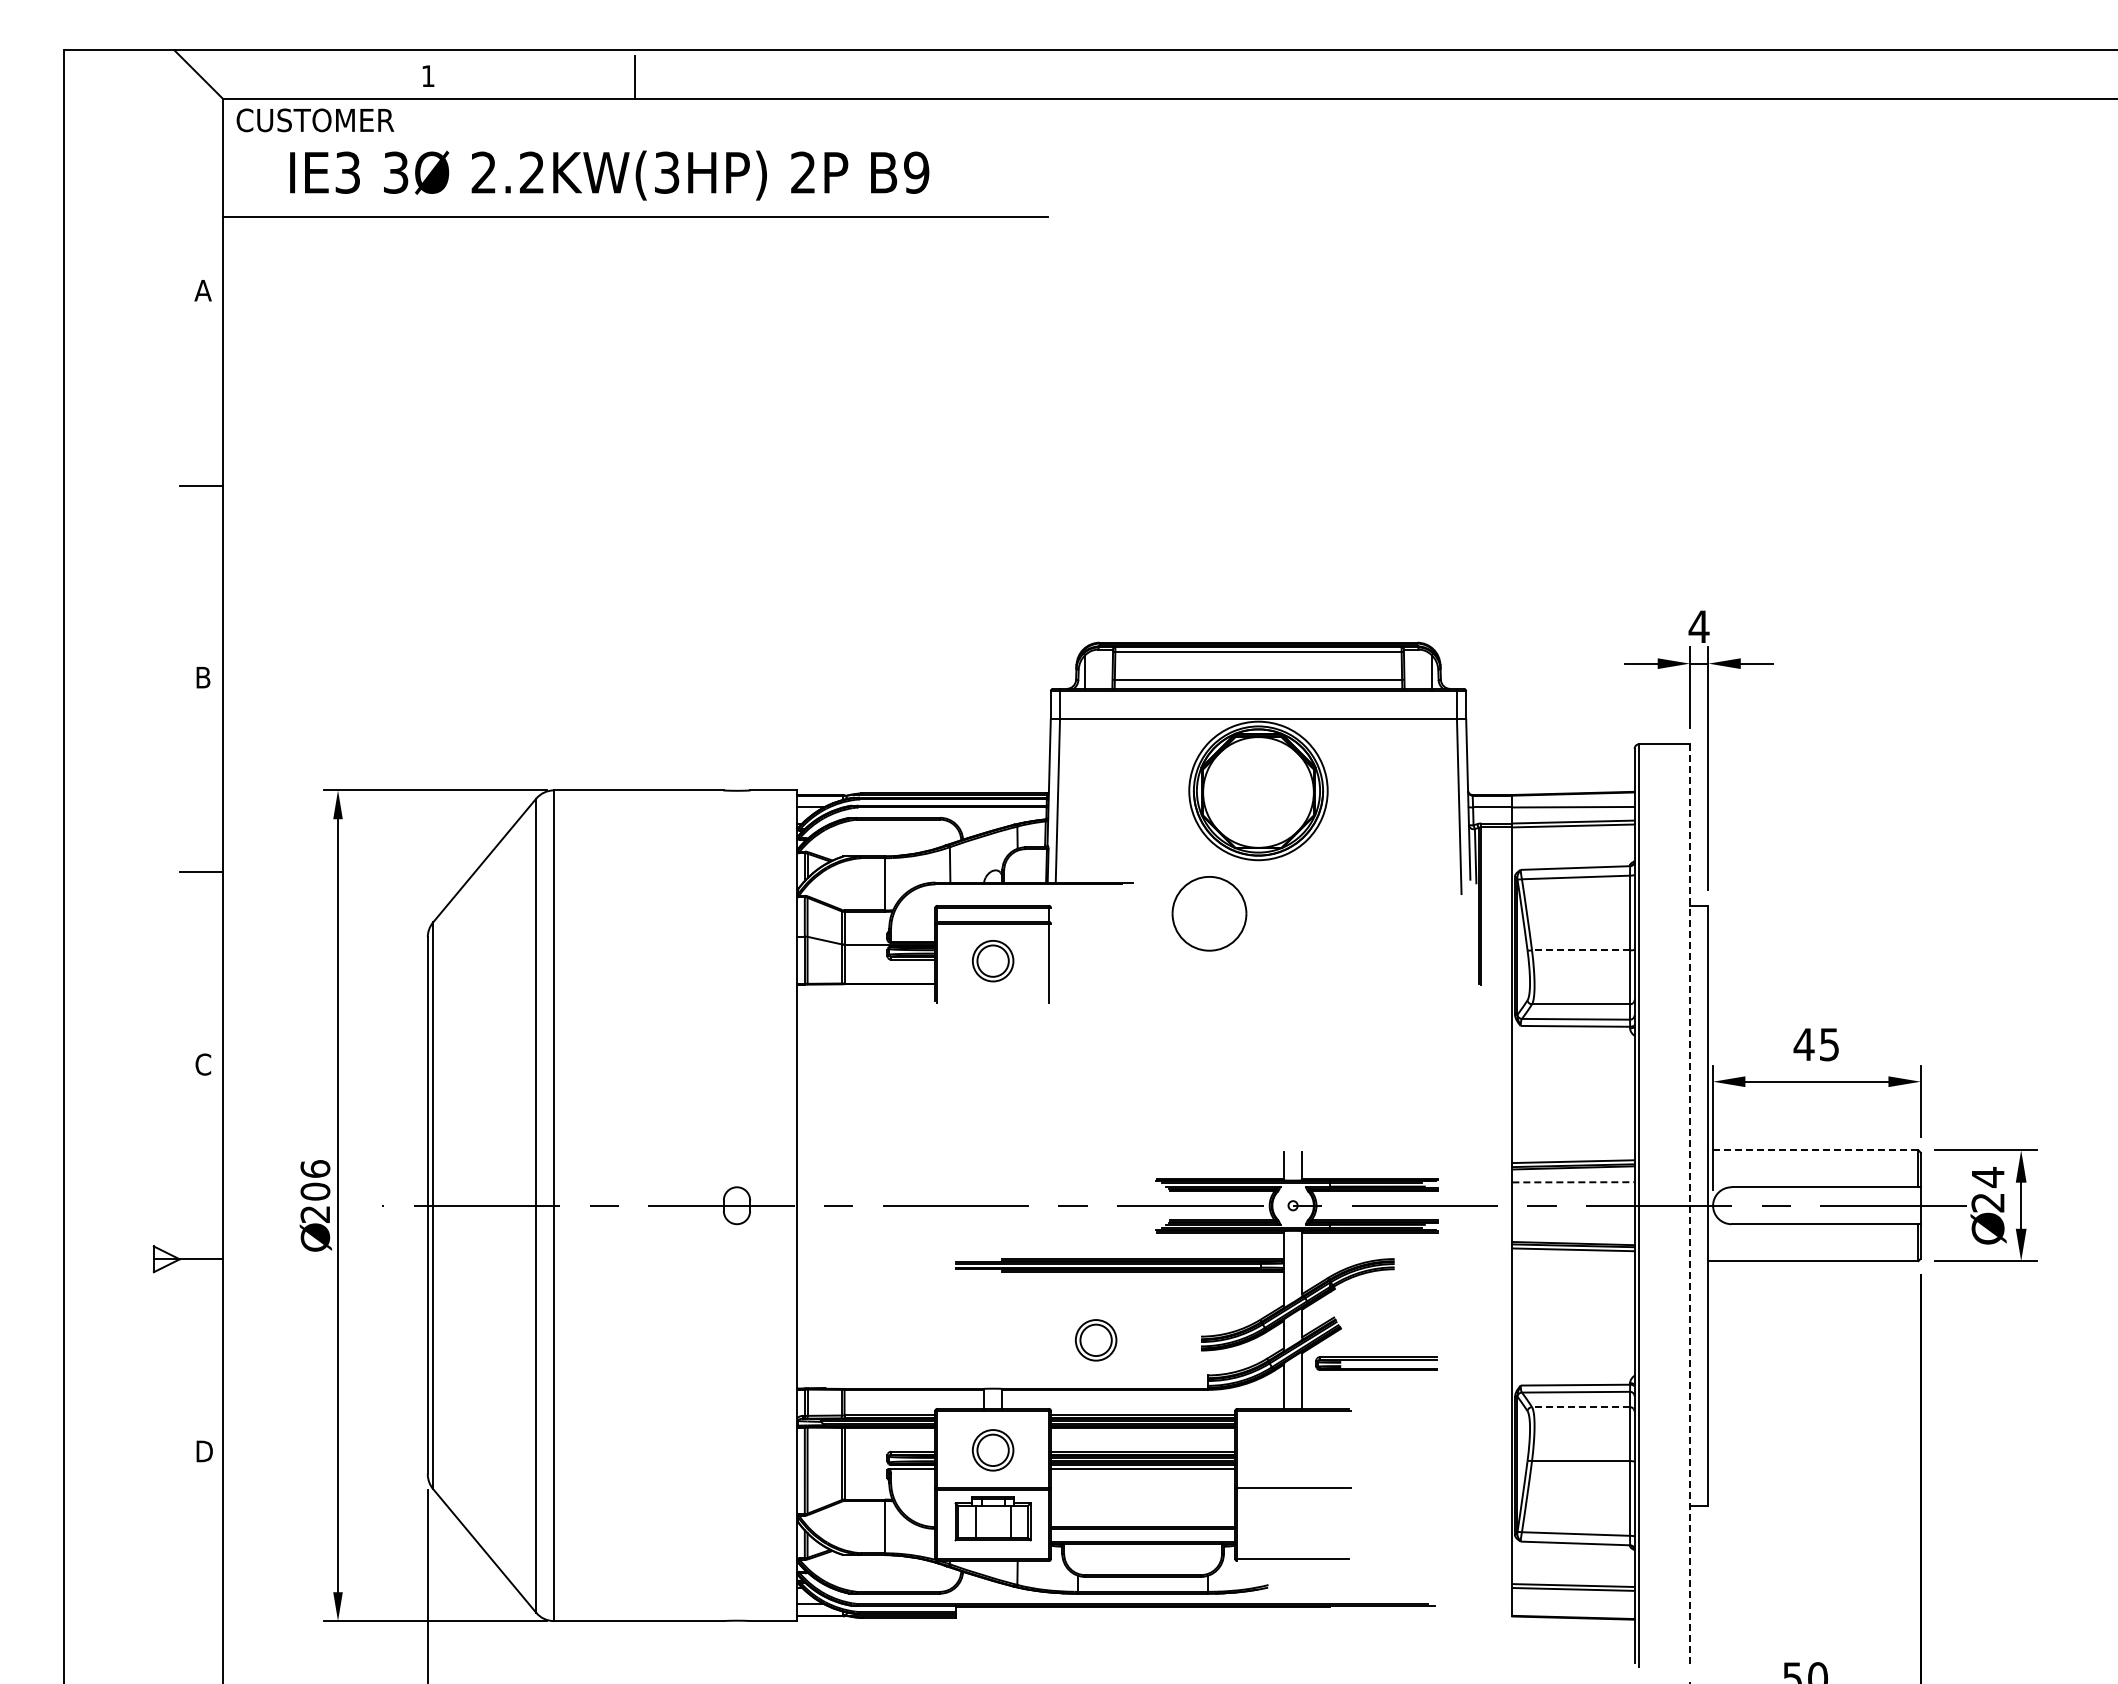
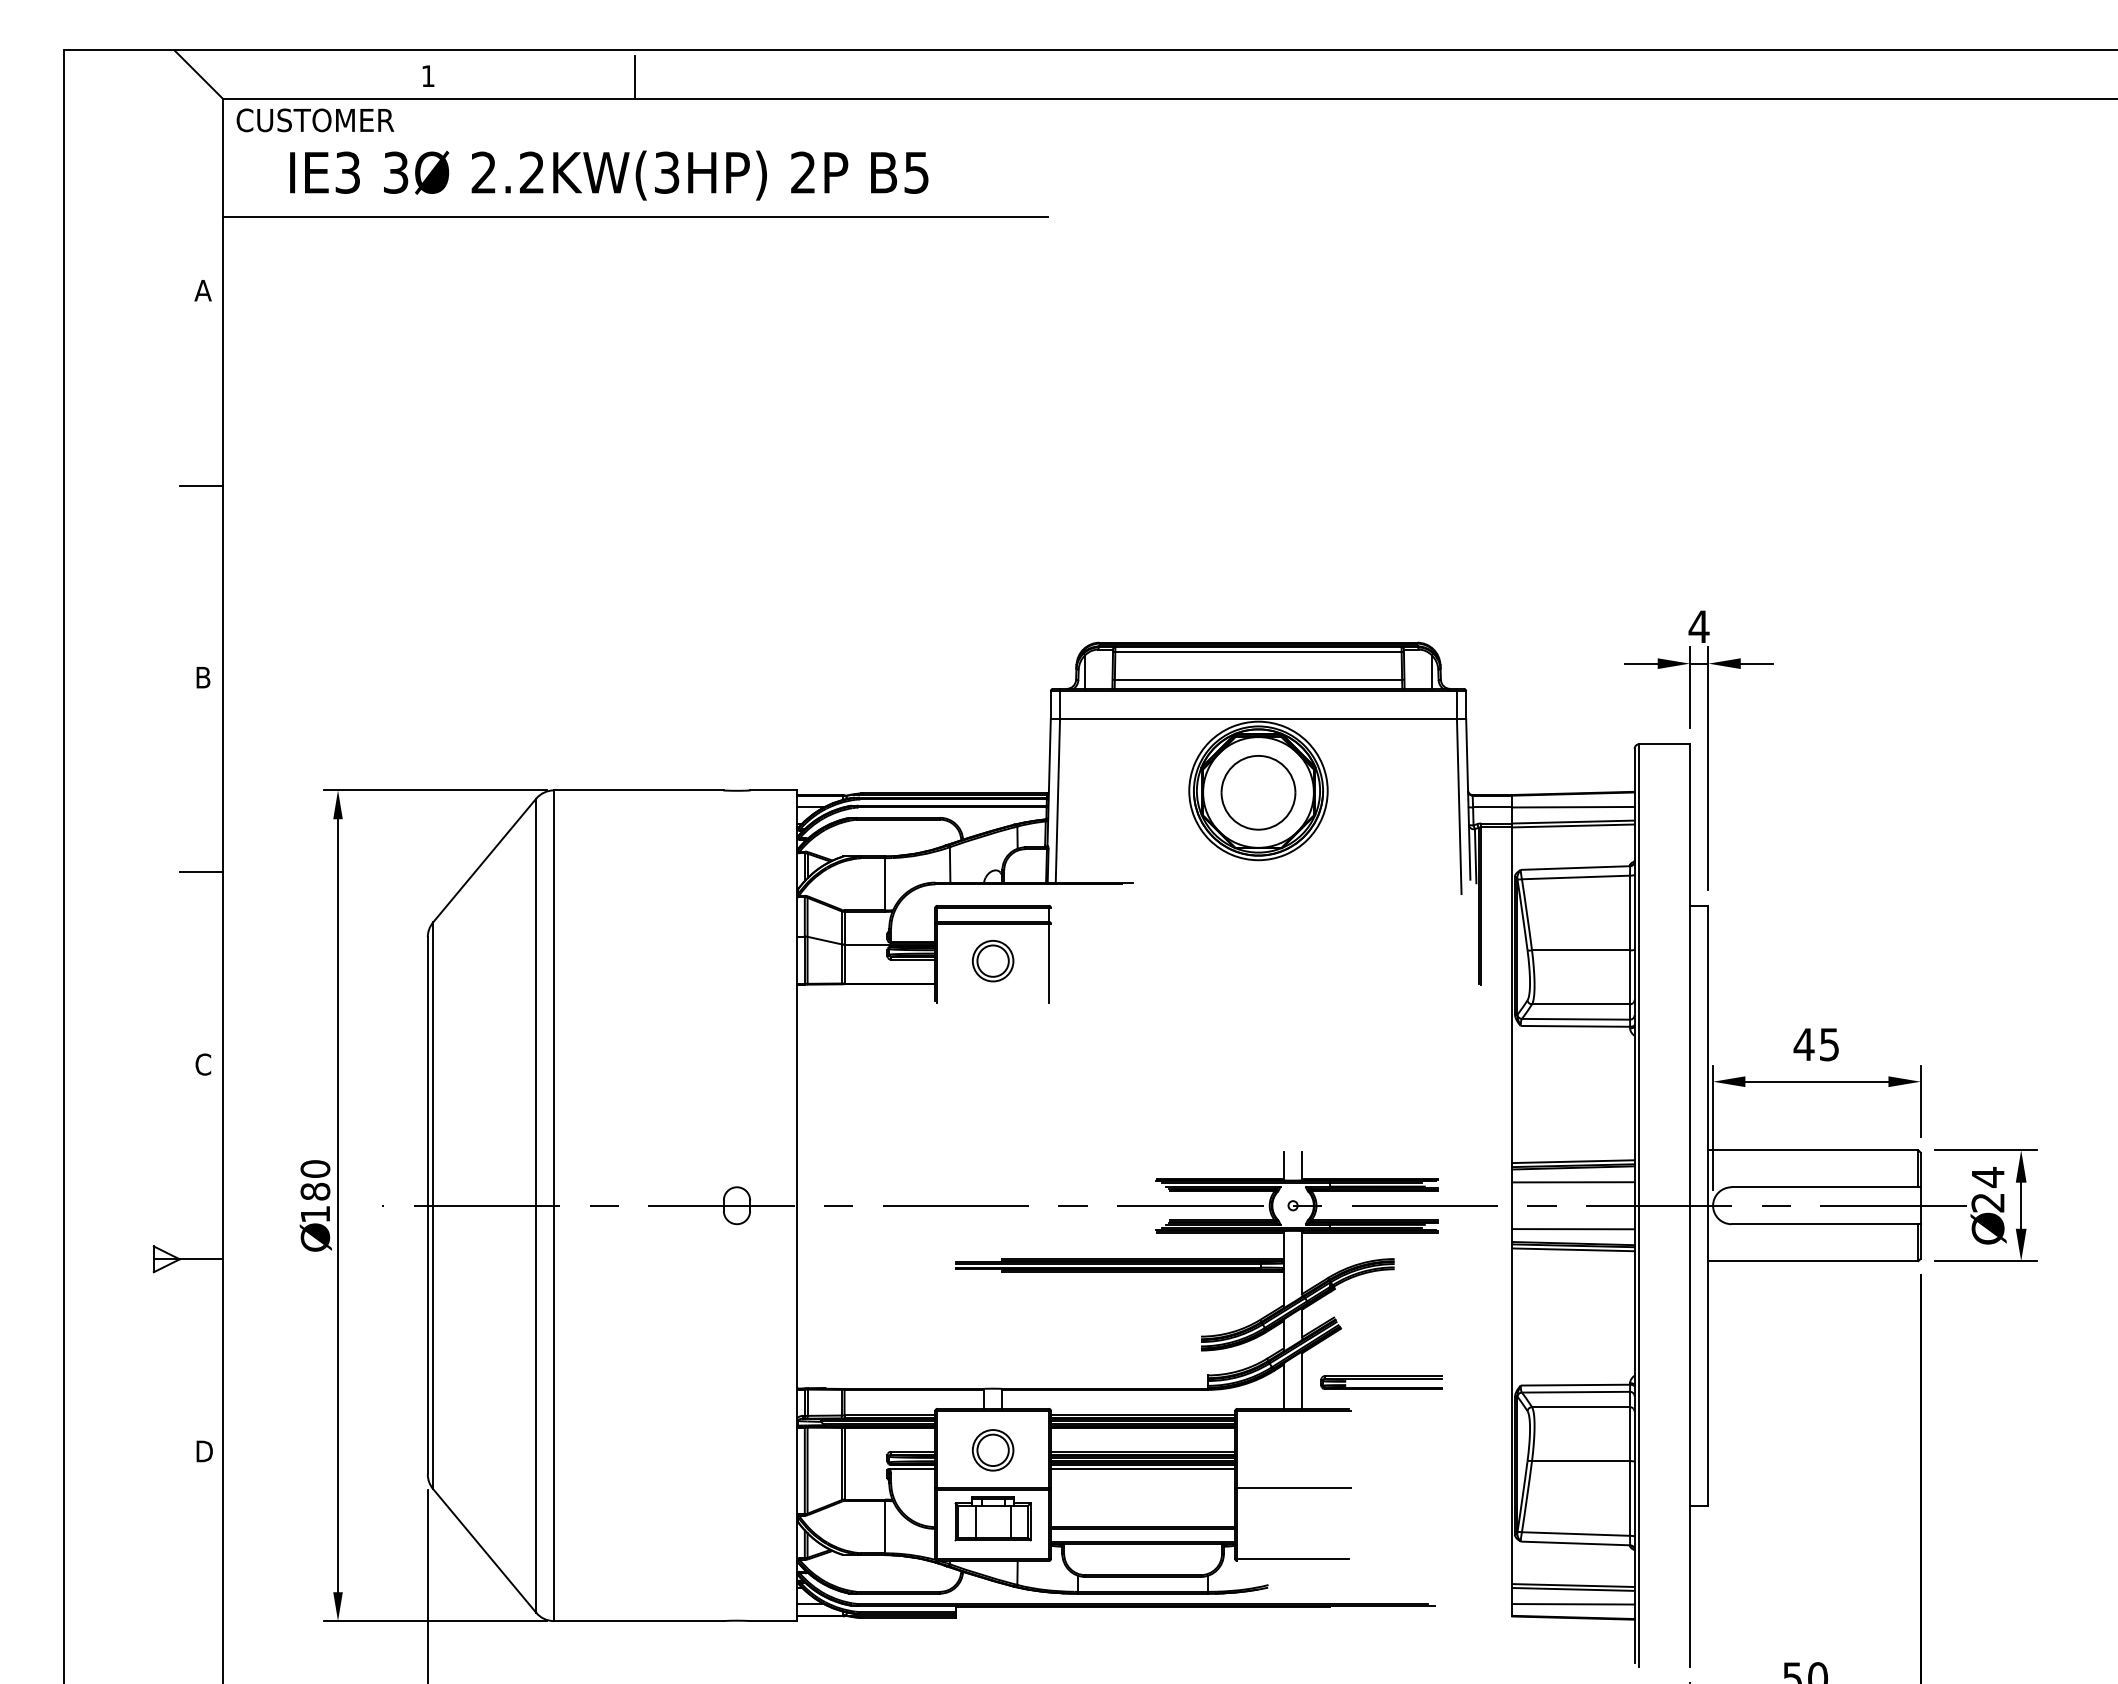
text at (916, 172): B9 -> B5
part at (1209, 913) position: (1209, 913) -> (1258, 792)
line at (1581, 950): dashed -> solid
line at (1813, 1150): dashed -> solid
line at (1573, 1182): dashed -> solid
text at (315, 1191): 206 -> 180
line at (1690, 1205): dashed -> solid
line at (1573, 1229): none -> present
part at (1096, 1340): present -> none
part at (1376, 1363) position: (1376, 1363) -> (1381, 1382)
line at (1581, 1407): dashed -> solid
line at (1573, 1604): none -> present
